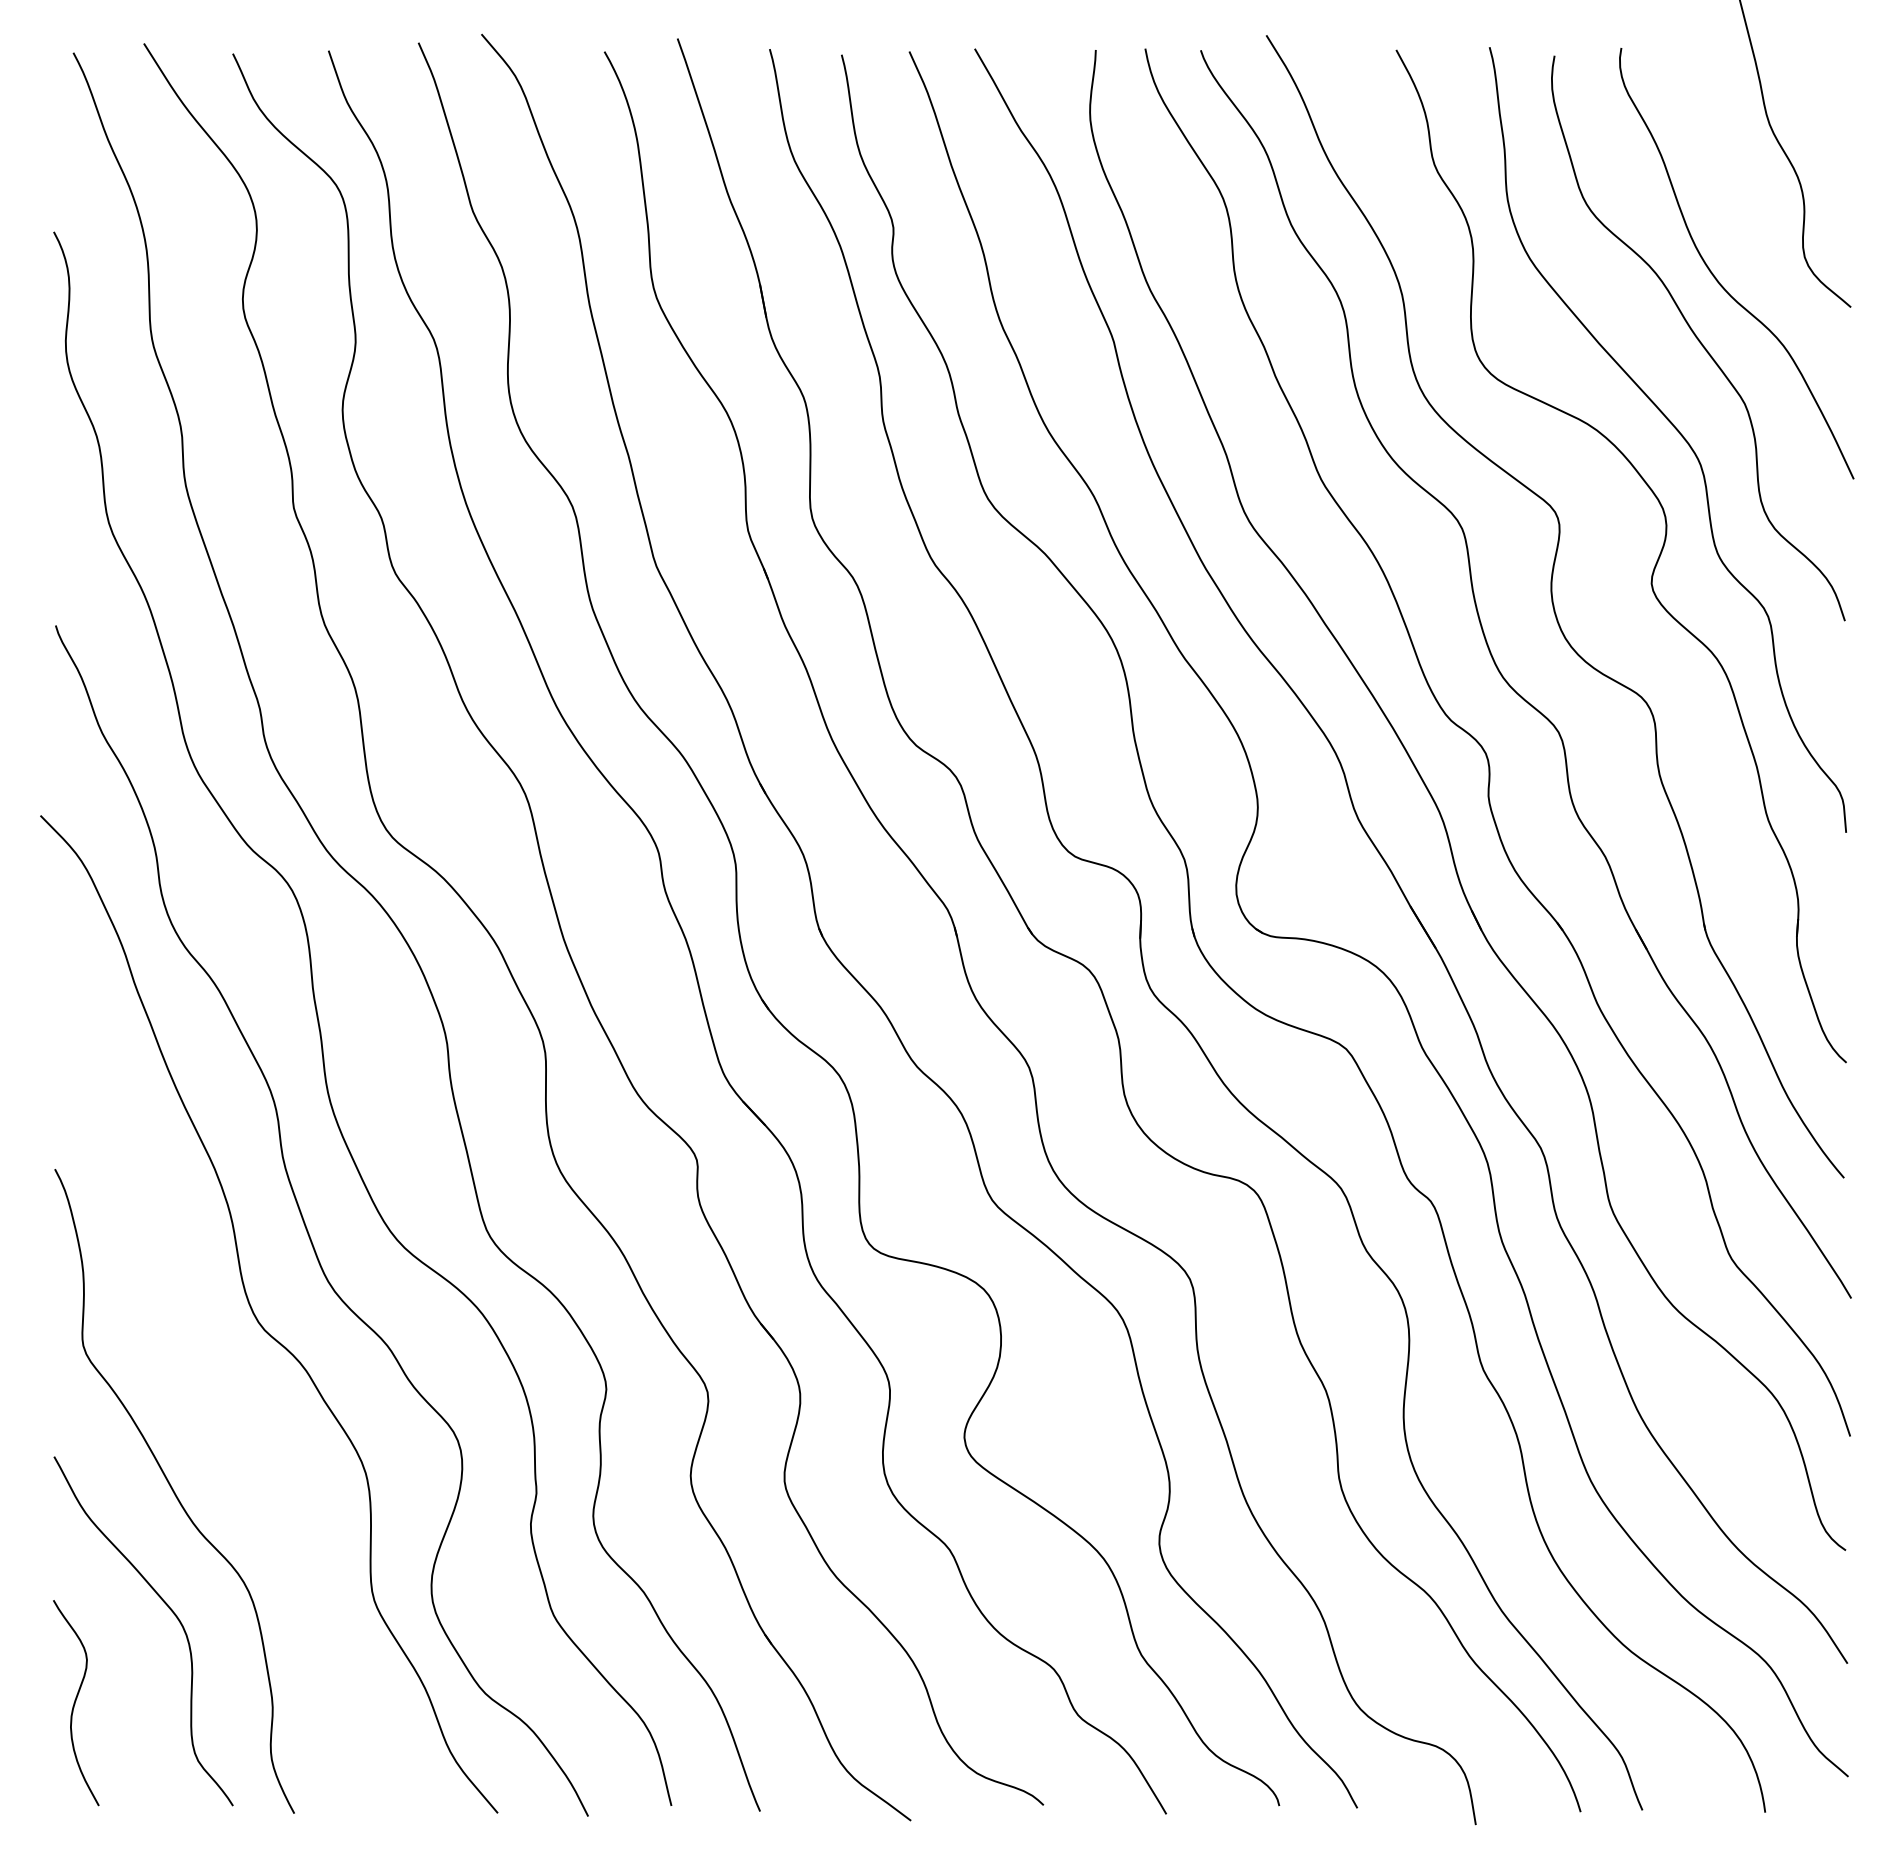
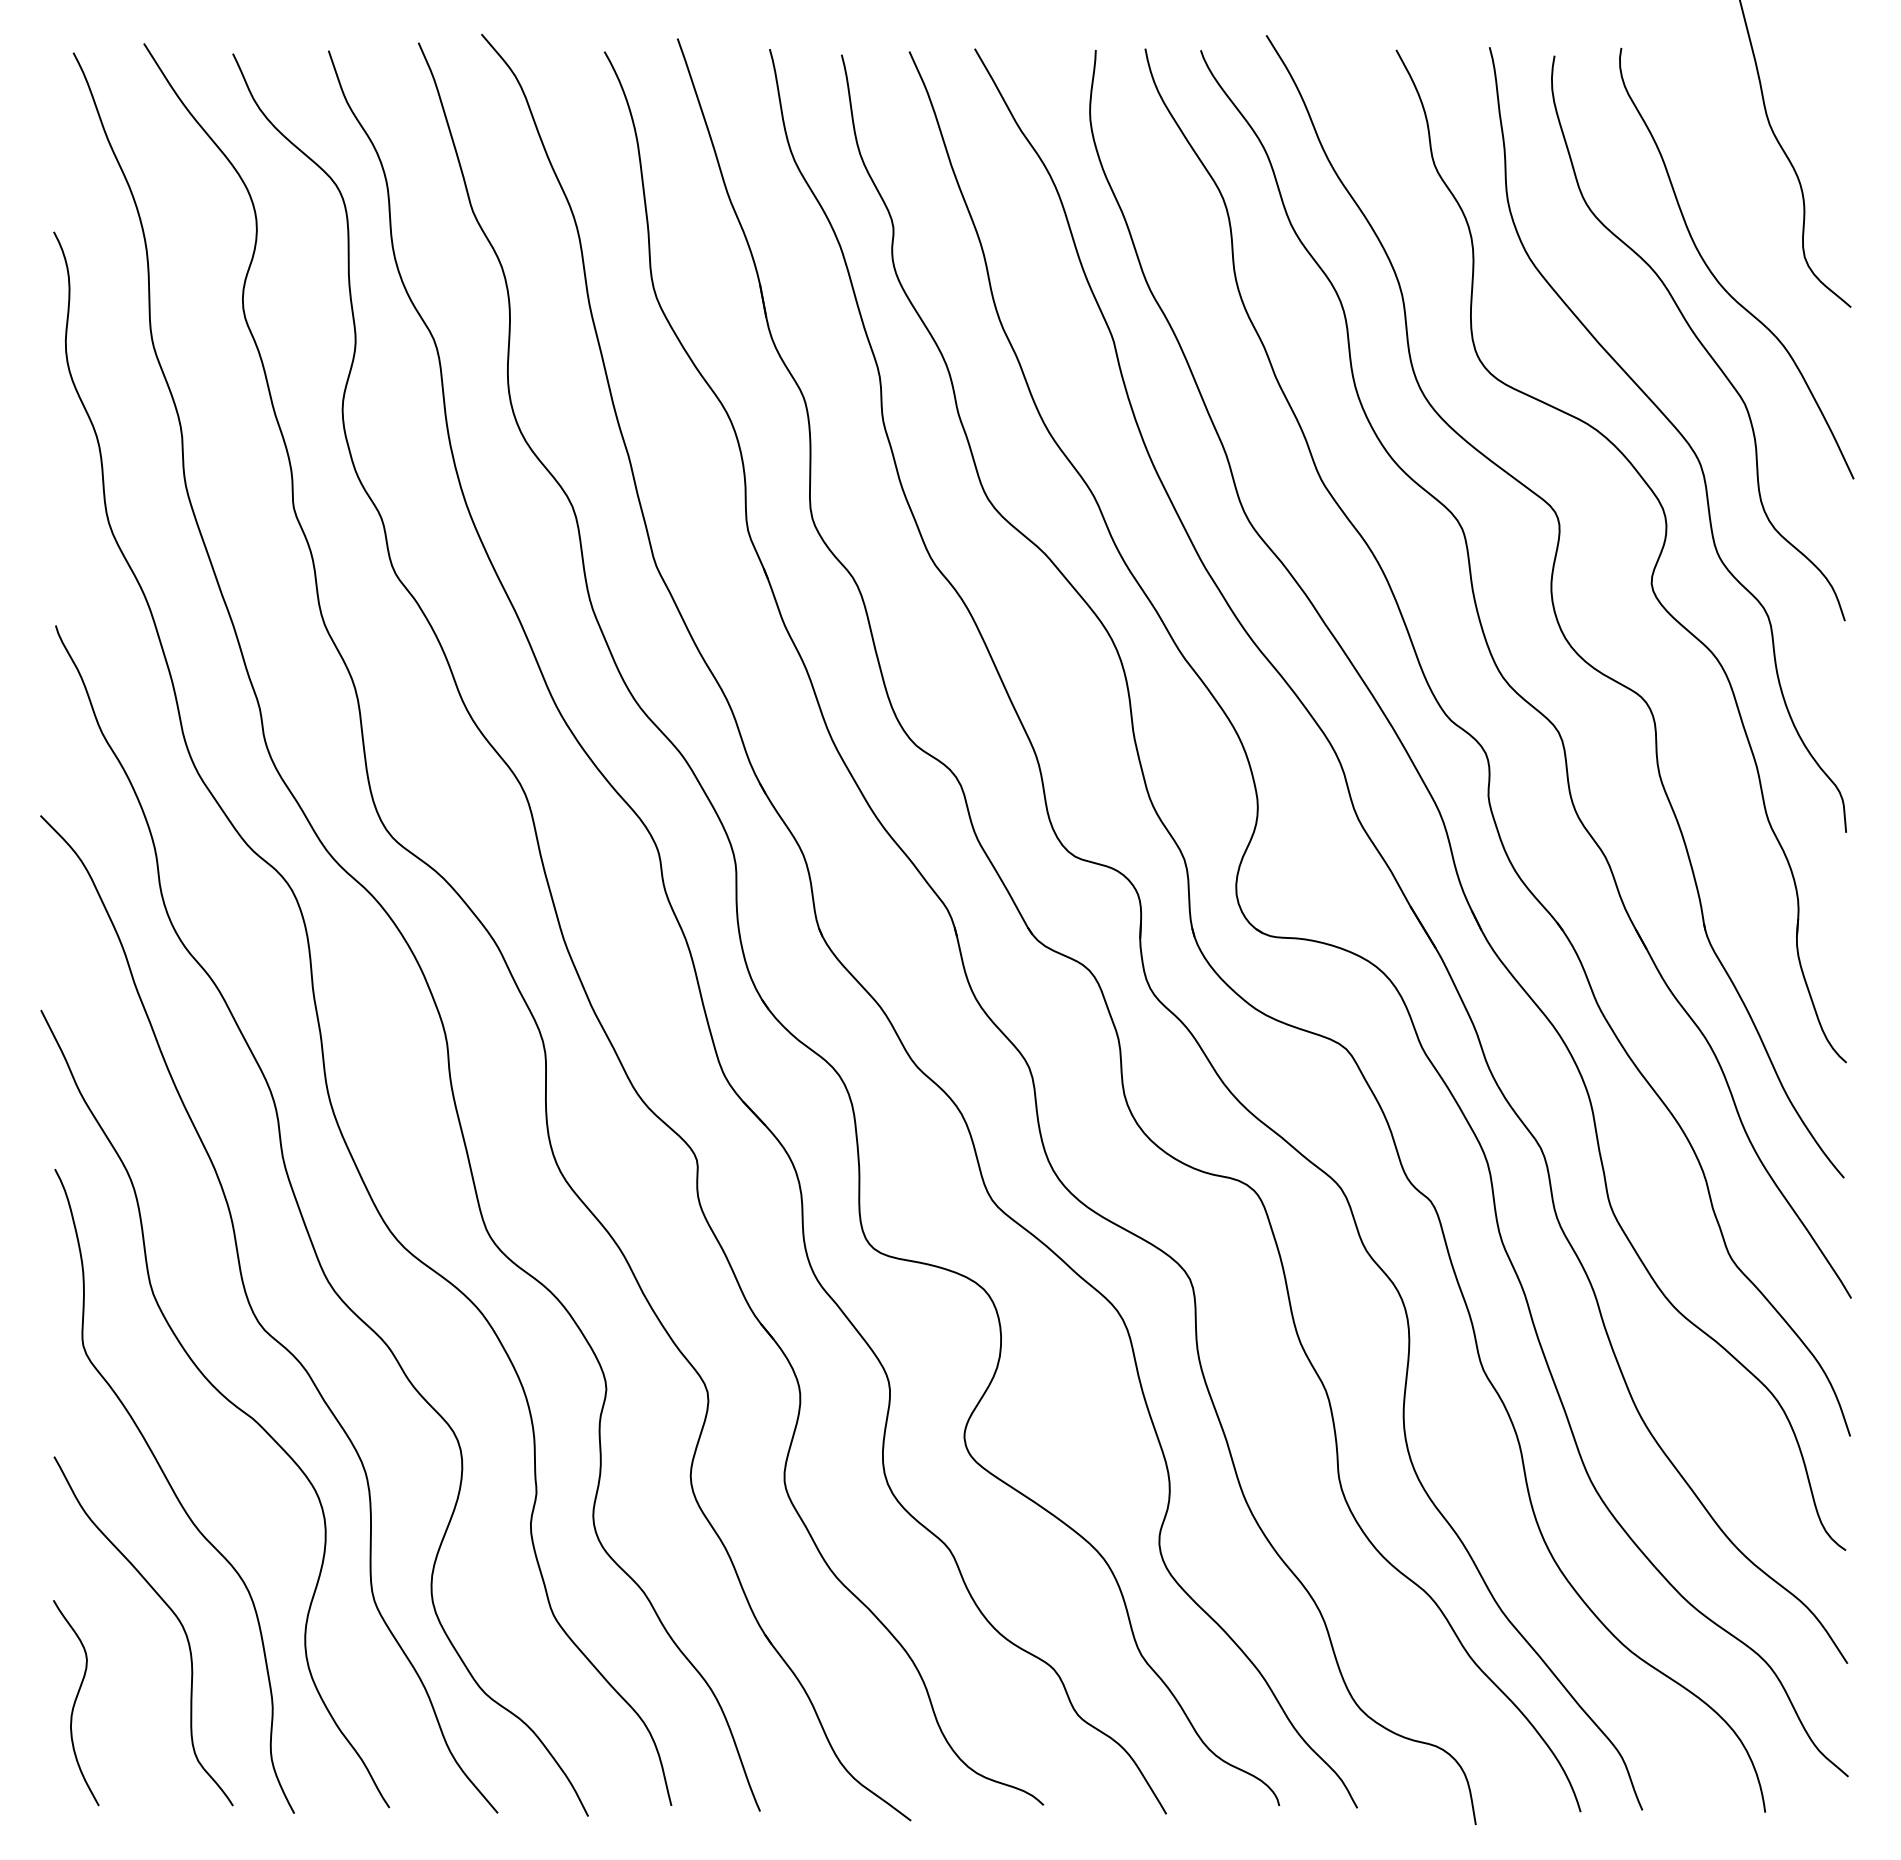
curve at (223, 1397): none -> present
